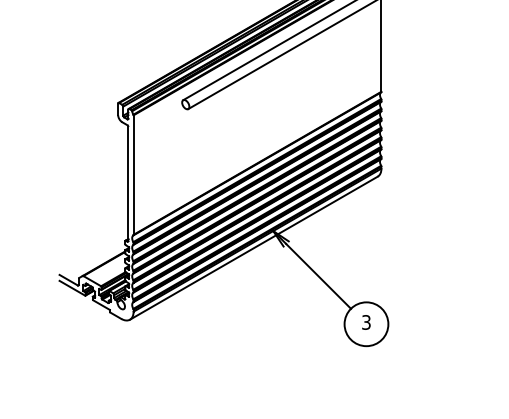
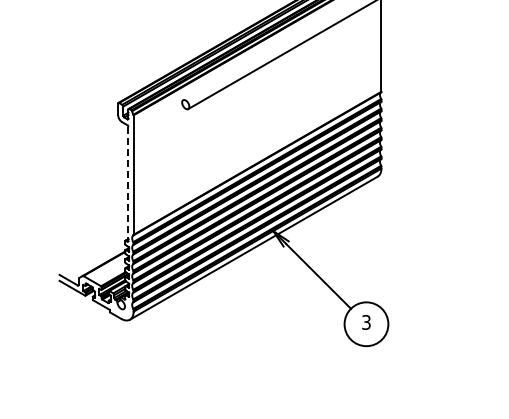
line at (267, 51): present -> none
line at (128, 184): solid -> dashed
